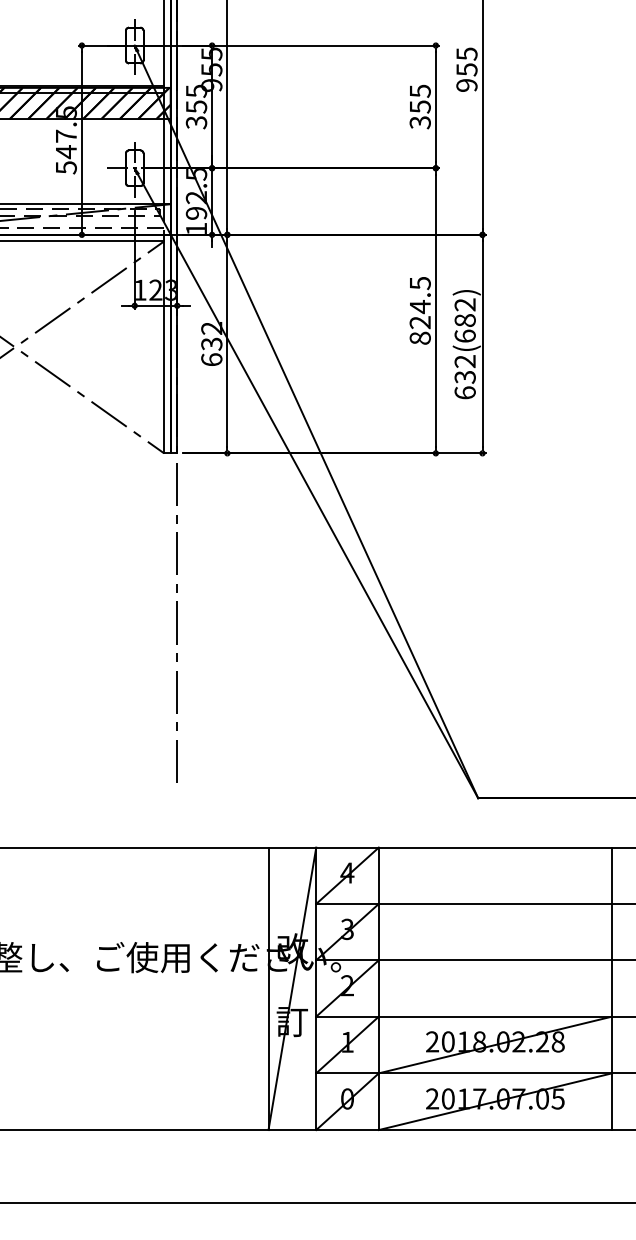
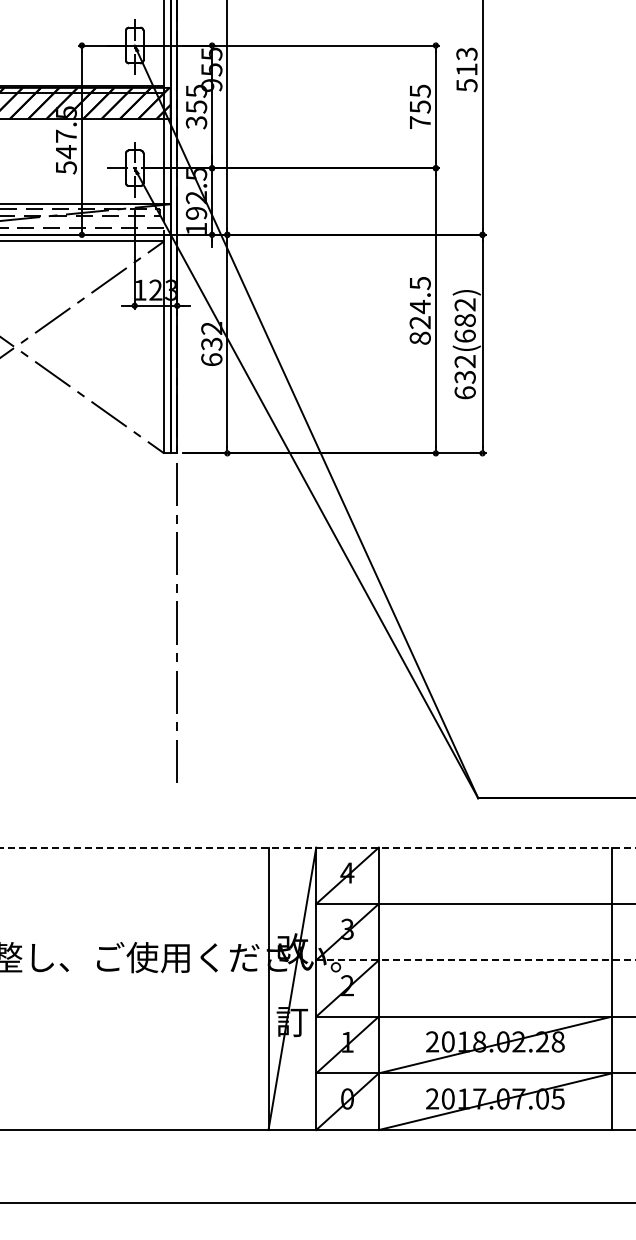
text at (466, 69): 955 -> 513
text at (419, 122): 355 -> 755
line at (318, 847): solid -> dashed
line at (476, 960): solid -> dashed
